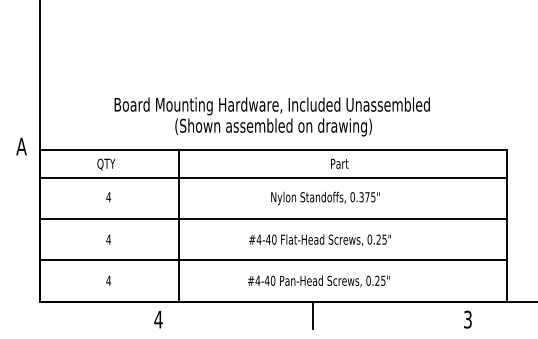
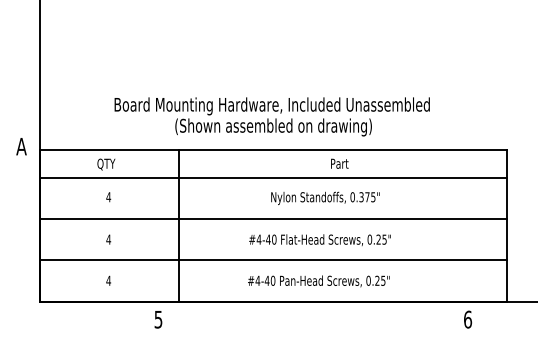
line at (313, 314): present -> none
text at (158, 319): 4 -> 5
text at (468, 319): 3 -> 6
